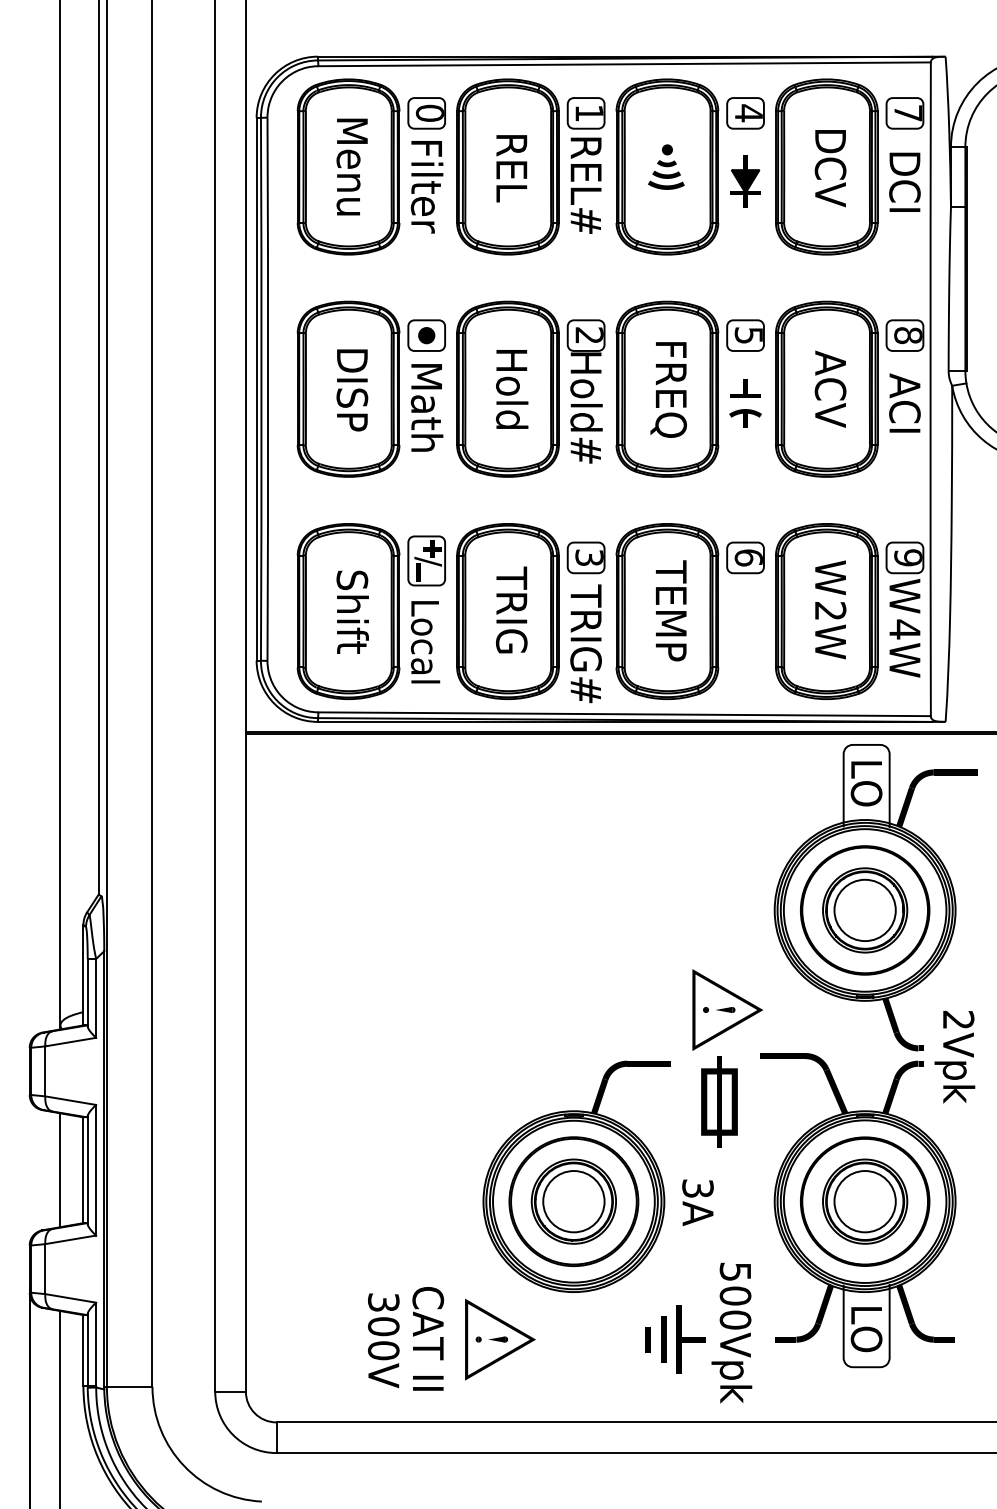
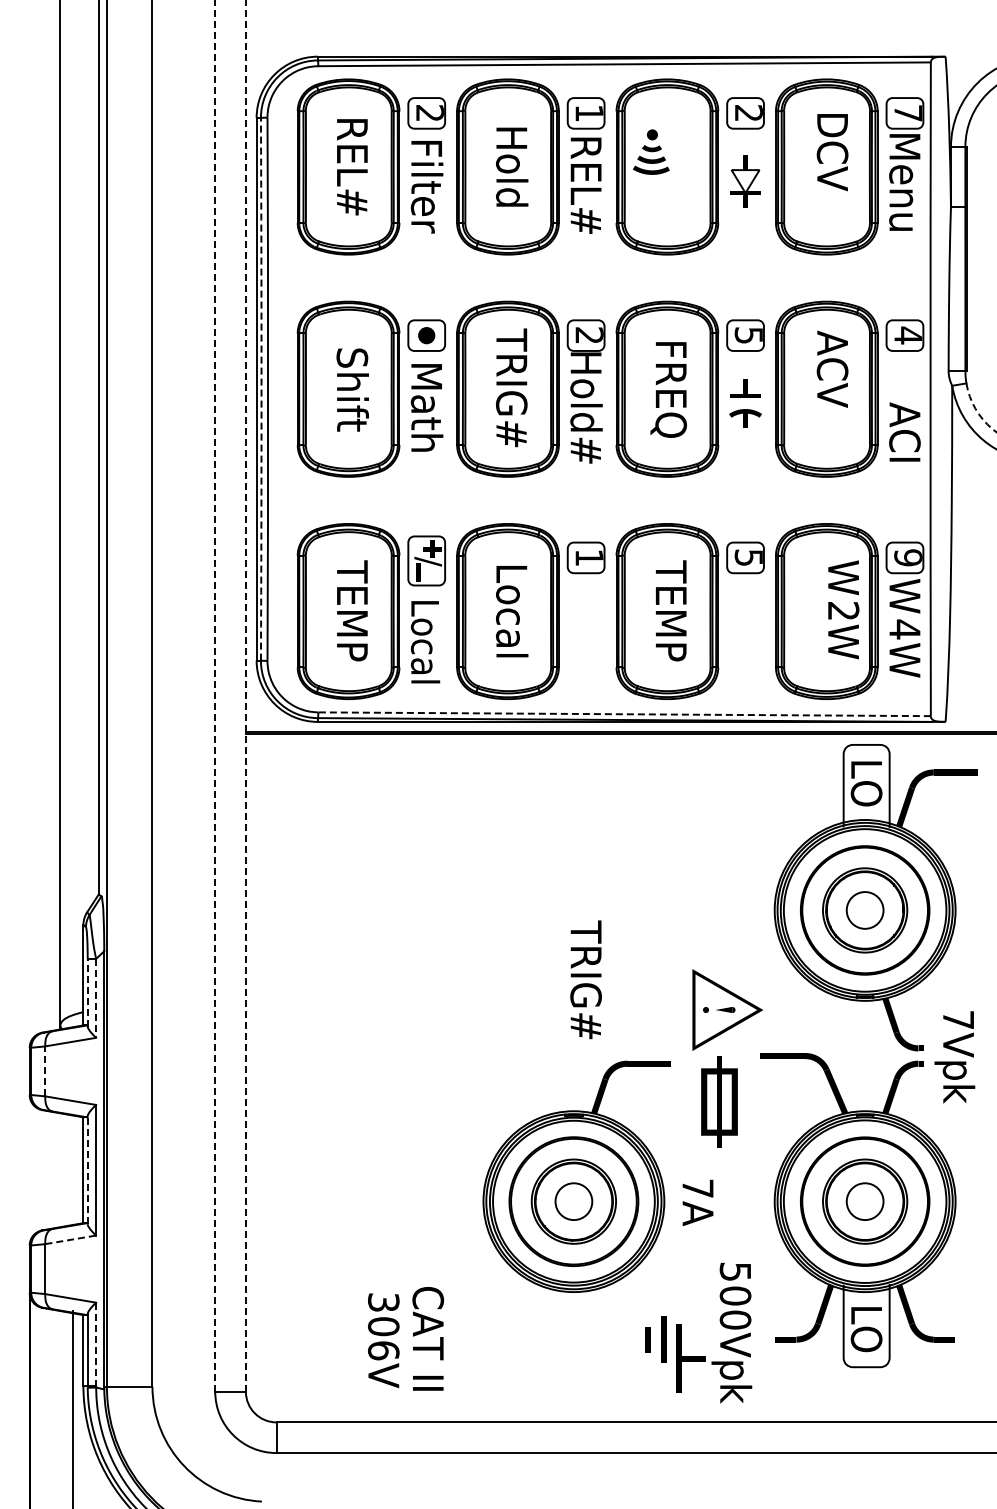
text at (429, 112): 0 -> 2
text at (748, 113): 4 -> 2
text at (351, 166): Menu -> REL#
text at (512, 166): REL -> Hold
part at (666, 166) position: (666, 166) -> (651, 151)
text at (830, 168) position: (830, 168) -> (832, 152)
fill at (745, 181): present -> none
text at (904, 182): DCI -> Menu
text at (908, 335): 8 -> 4
text at (512, 387): Hold -> TRIG#
text at (830, 388) position: (830, 388) -> (832, 368)
arc at (261, 389): solid -> dashed
text at (352, 389): DISP -> Shift
text at (904, 402) position: (904, 402) -> (904, 431)
arc at (977, 411): solid -> dashed
text at (589, 557): 3 -> 1
text at (748, 557): 6 -> 5
text at (830, 609) position: (830, 609) -> (843, 609)
text at (352, 610): Shift -> TEMP
text at (512, 611): TRIG -> Local
text at (585, 643) position: (585, 643) -> (585, 979)
line at (215, 695): solid -> dashed
line at (245, 695): solid -> dashed
line at (624, 714): solid -> dashed
circle at (864, 910) diameter: 61 px -> 37 px
line at (87, 992): solid -> dashed
line at (96, 998): solid -> dashed
text at (958, 1019): 2Vpk -> 7Vpk
line at (45, 1070): solid -> dashed
line at (87, 1169): solid -> dashed
line at (60, 1170): present -> none
text at (697, 1188): 3A -> 7A
circle at (573, 1201) diameter: 61 px -> 37 px
circle at (864, 1201) diameter: 61 px -> 37 px
line at (70, 1239): solid -> dashed
part at (500, 1339): present -> none
part at (690, 1339) position: (690, 1339) -> (690, 1358)
line at (96, 1344): solid -> dashed
text at (383, 1350): 300V -> 306V
line at (60, 1408) position: (60, 1408) -> (73, 1408)
